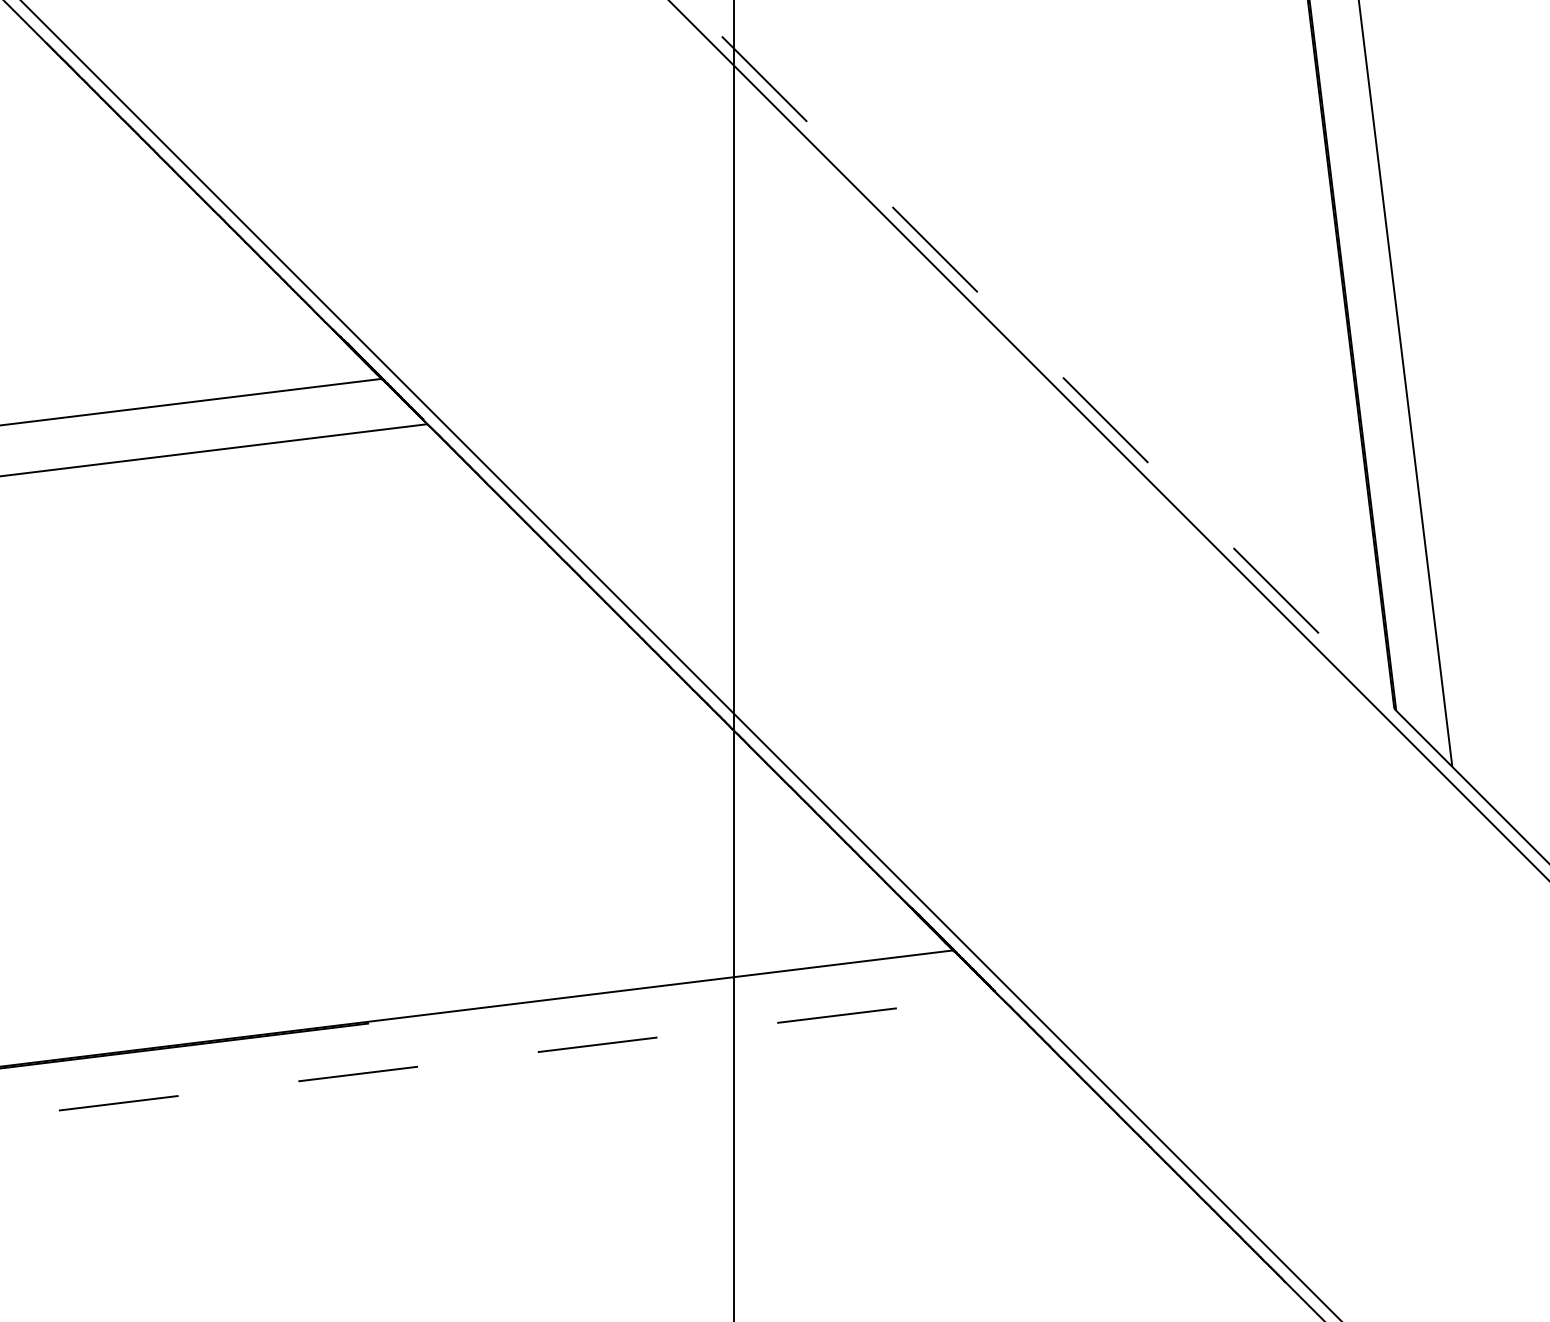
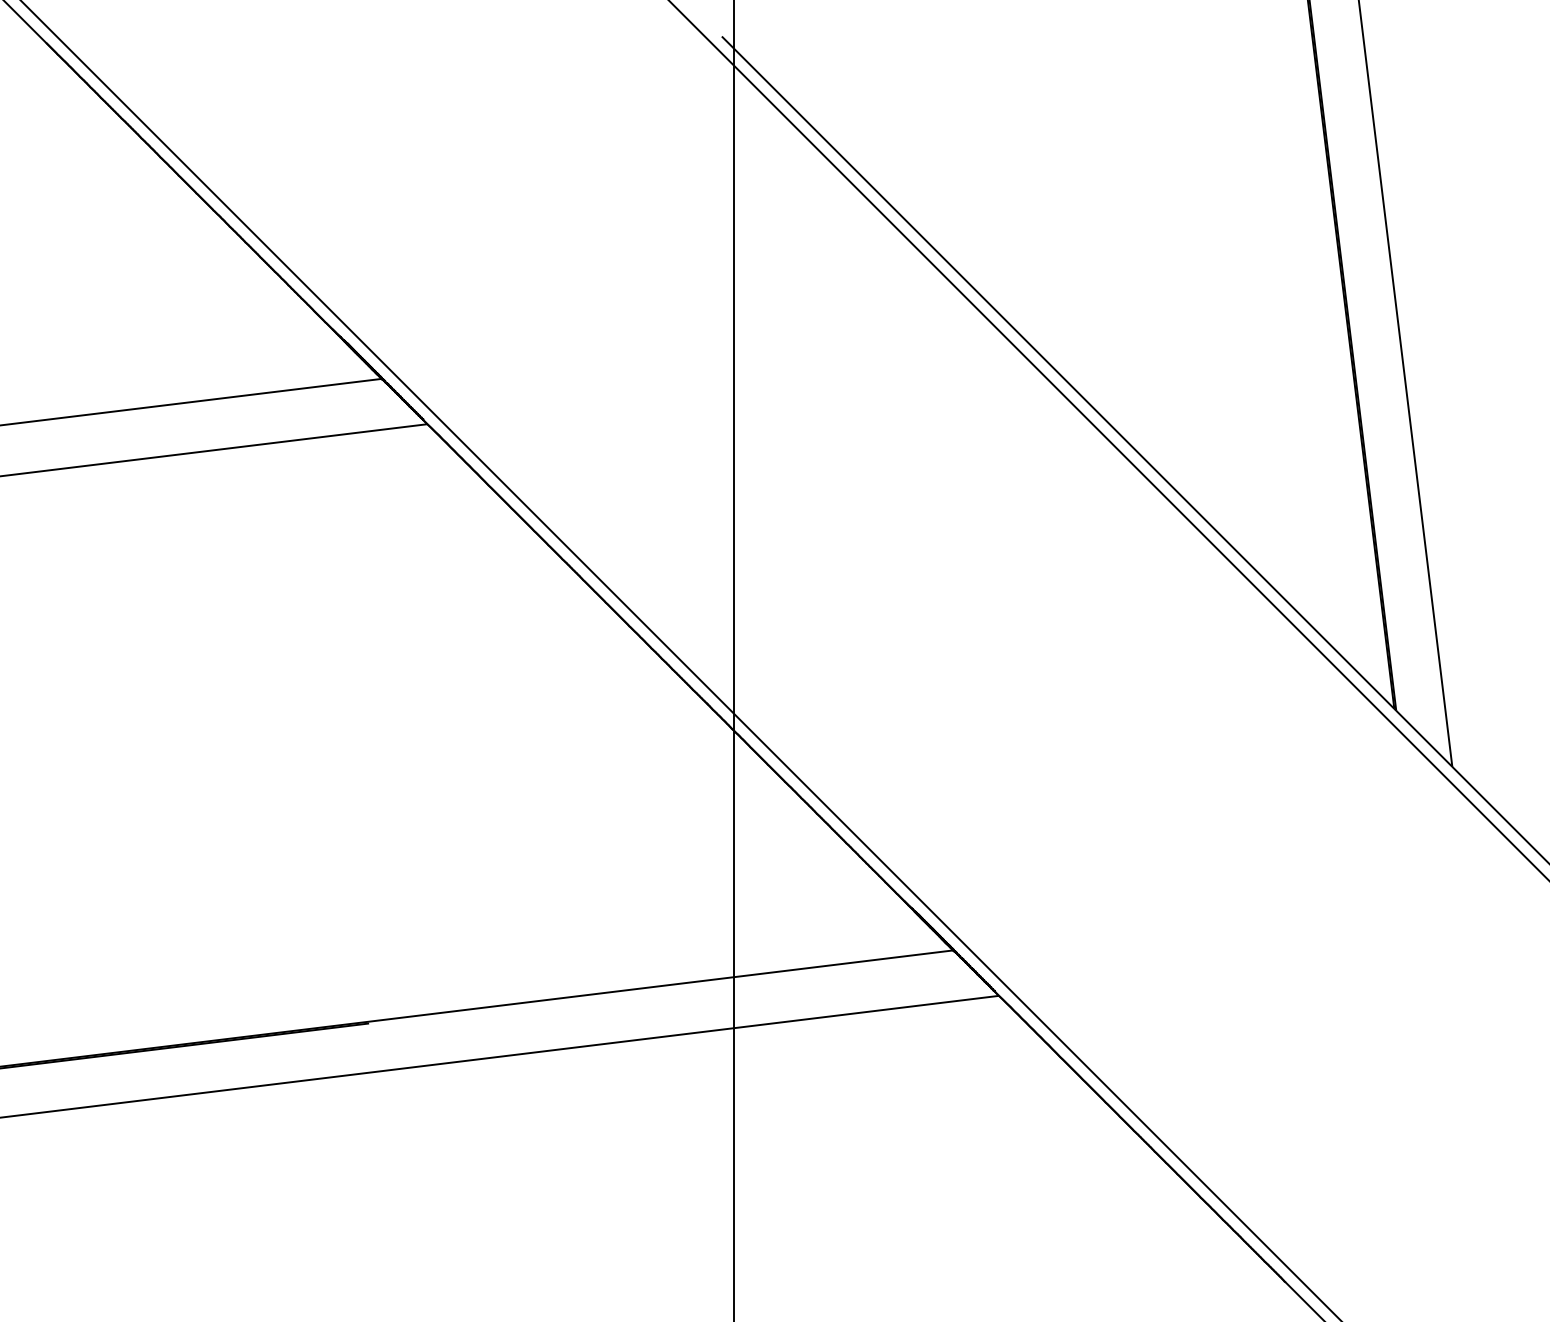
line at (1058, 373): dashed -> solid
line at (500, 1056): dashed -> solid
